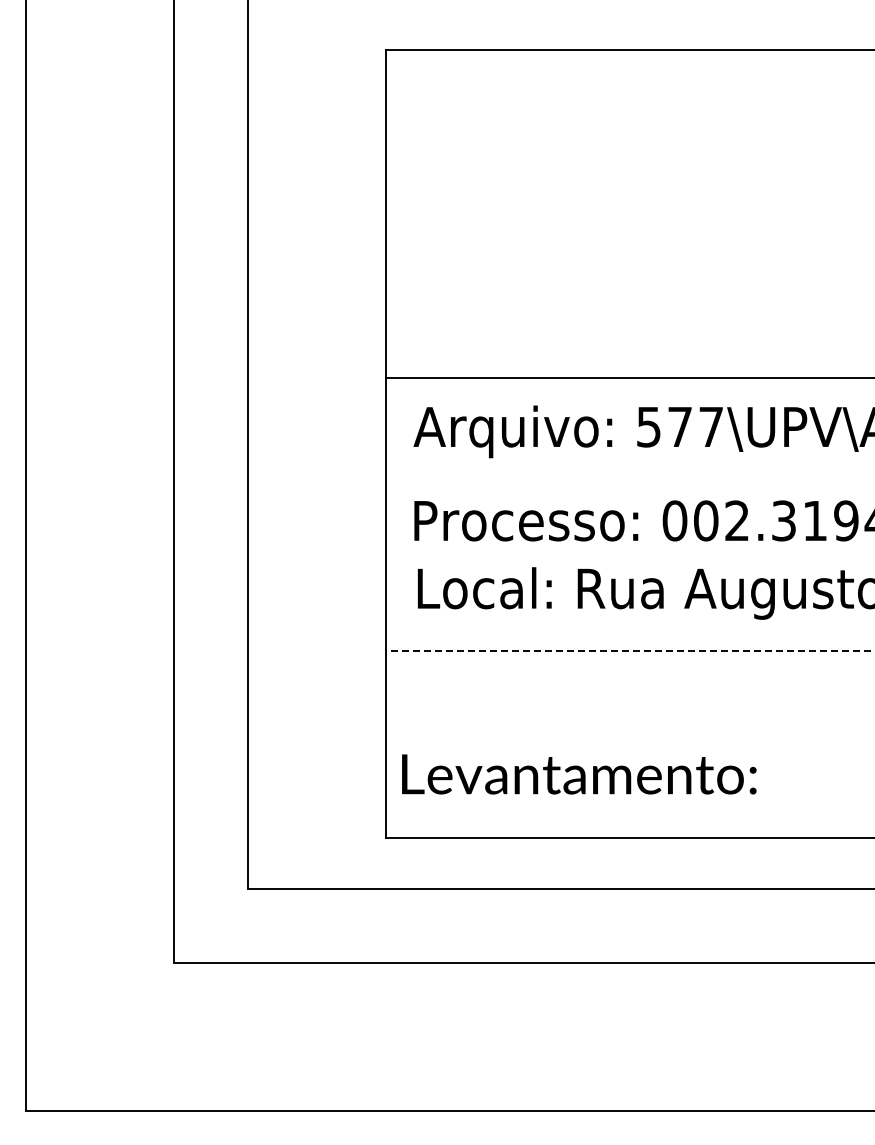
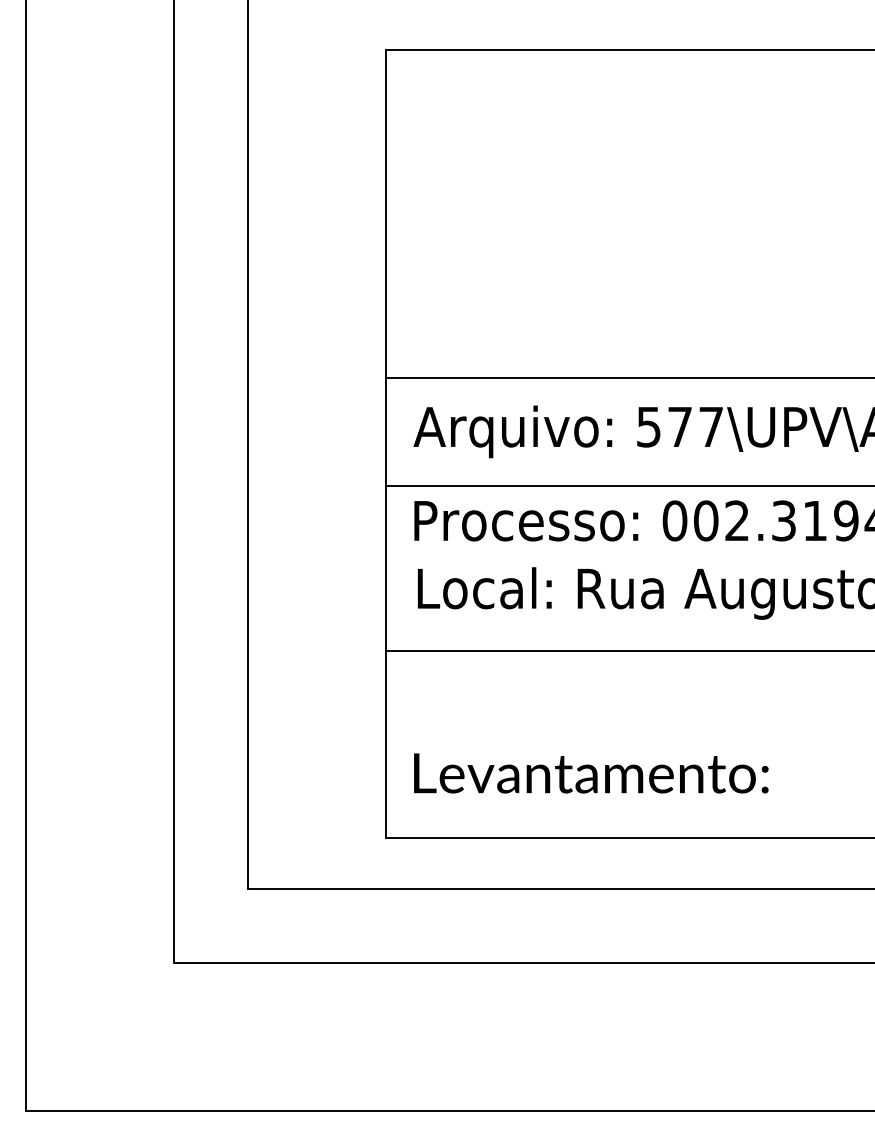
line at (628, 485): none -> present
line at (629, 651): dashed -> solid
text at (579, 774) position: (579, 774) -> (591, 773)
